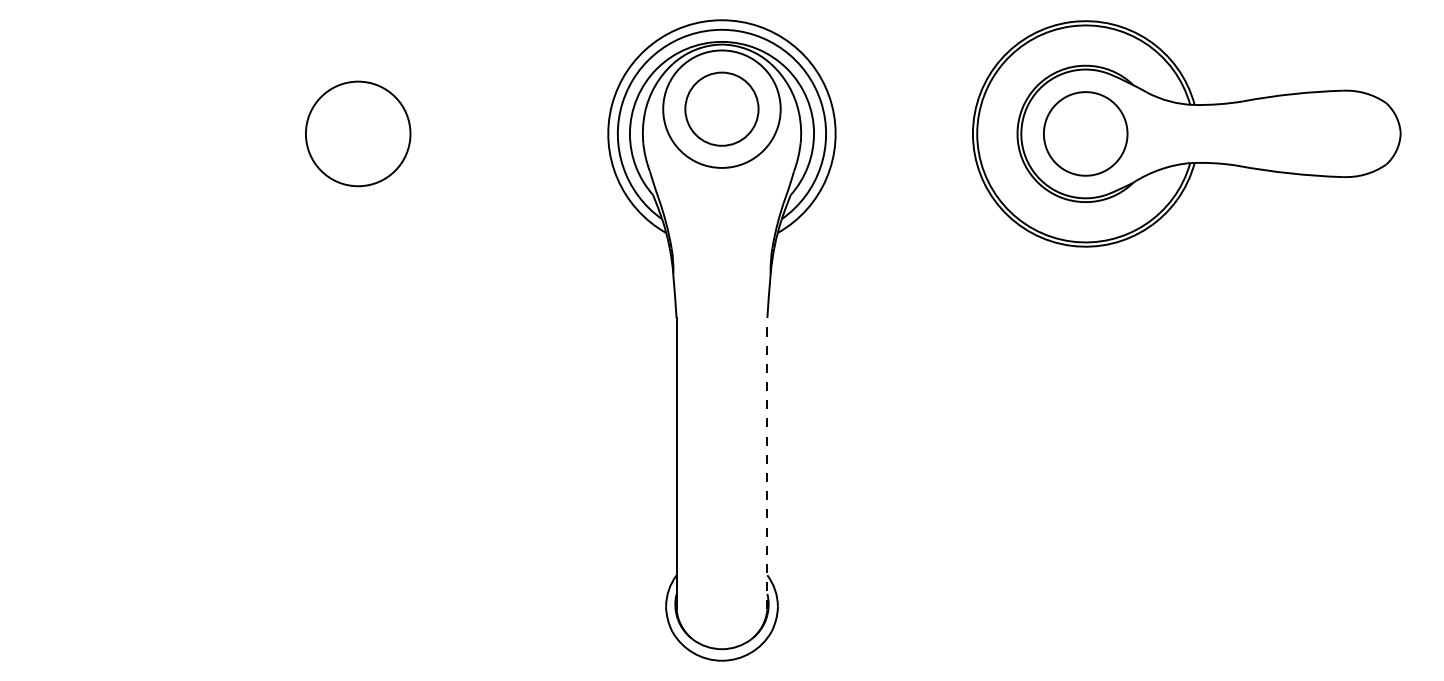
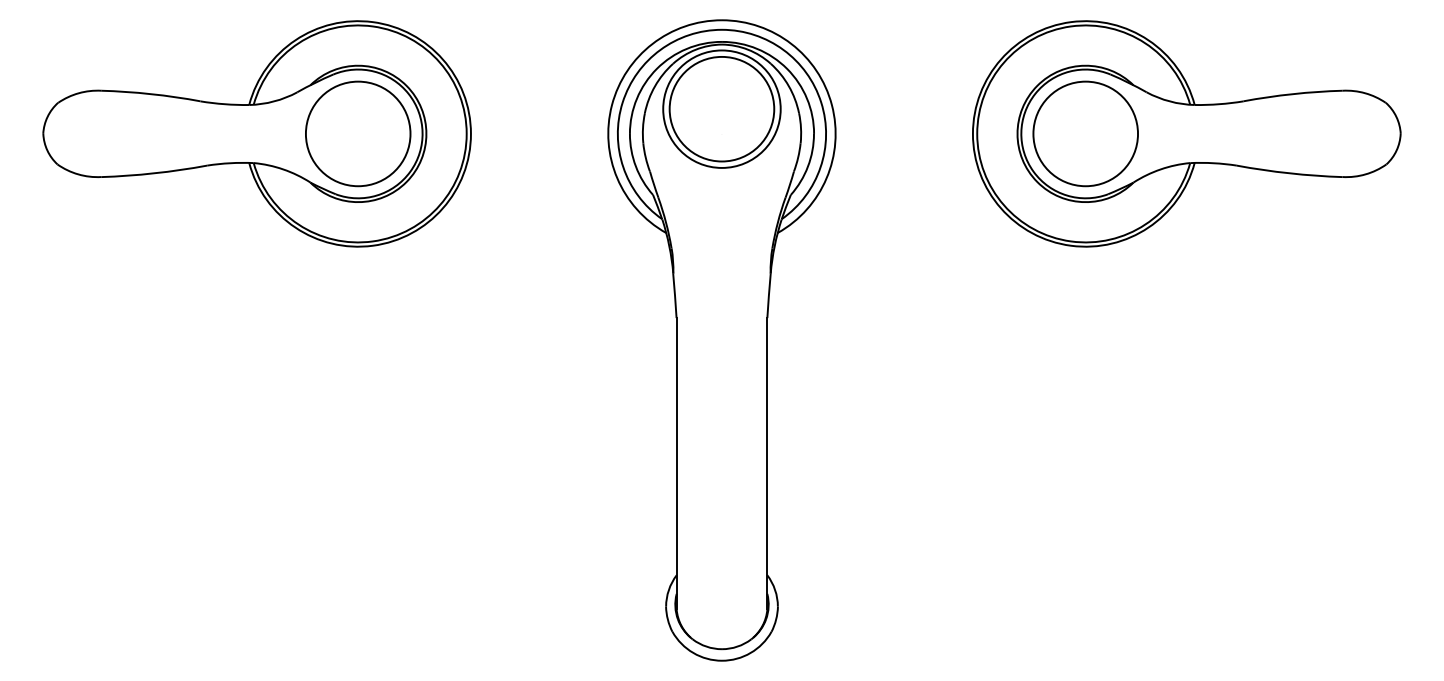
circle at (721, 108) diameter: 73 px -> 105 px
part at (256, 133): none -> present
circle at (1085, 133) diameter: 84 px -> 105 px
line at (767, 463): dashed -> solid
